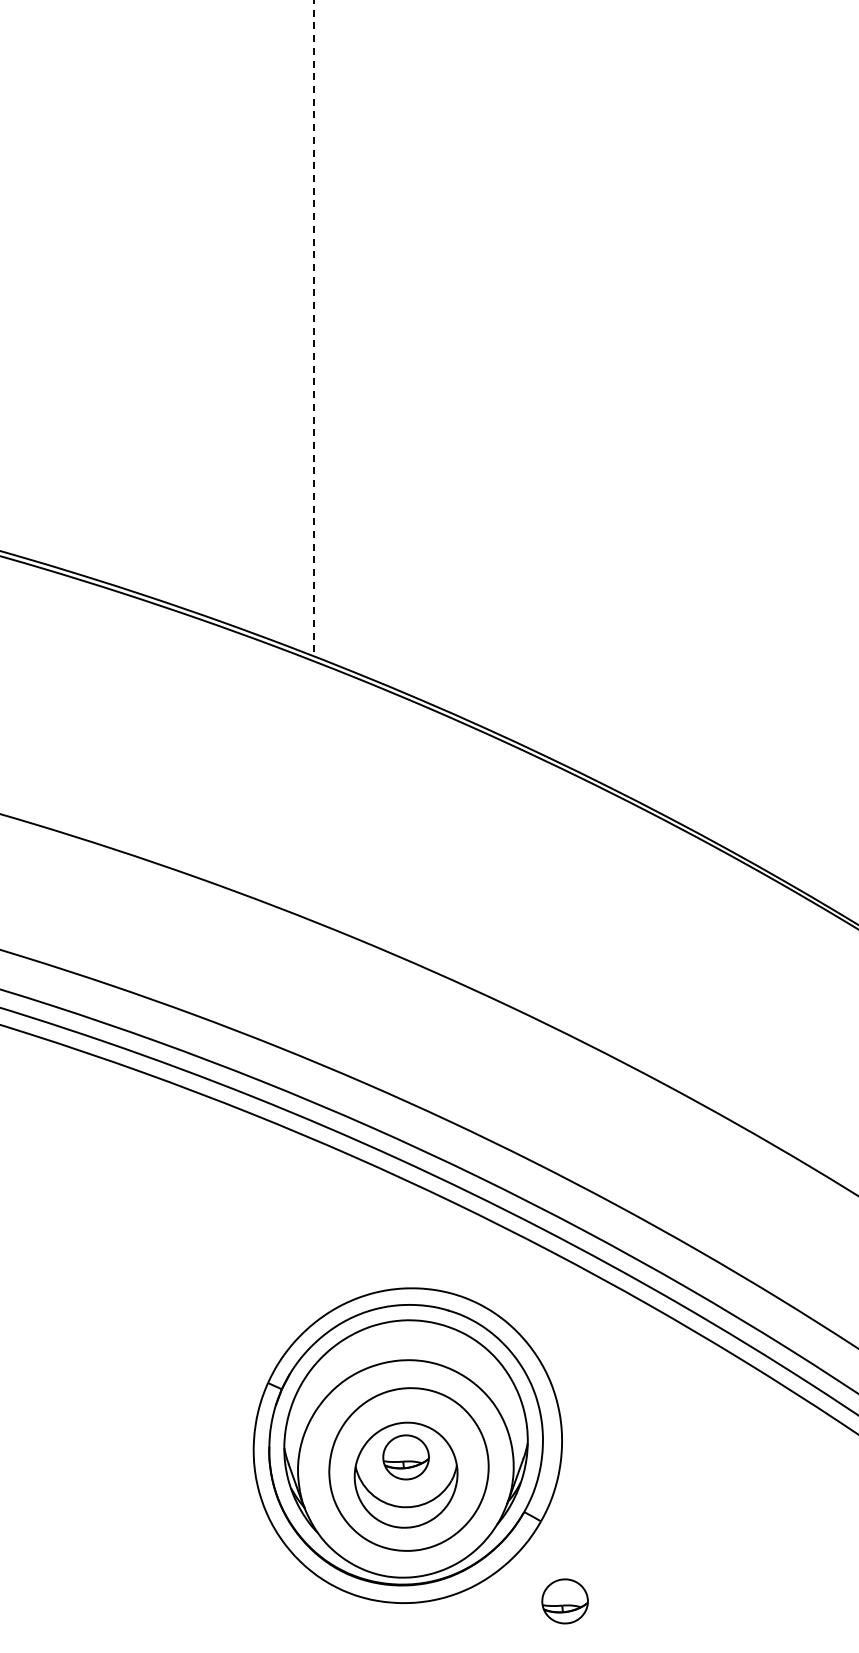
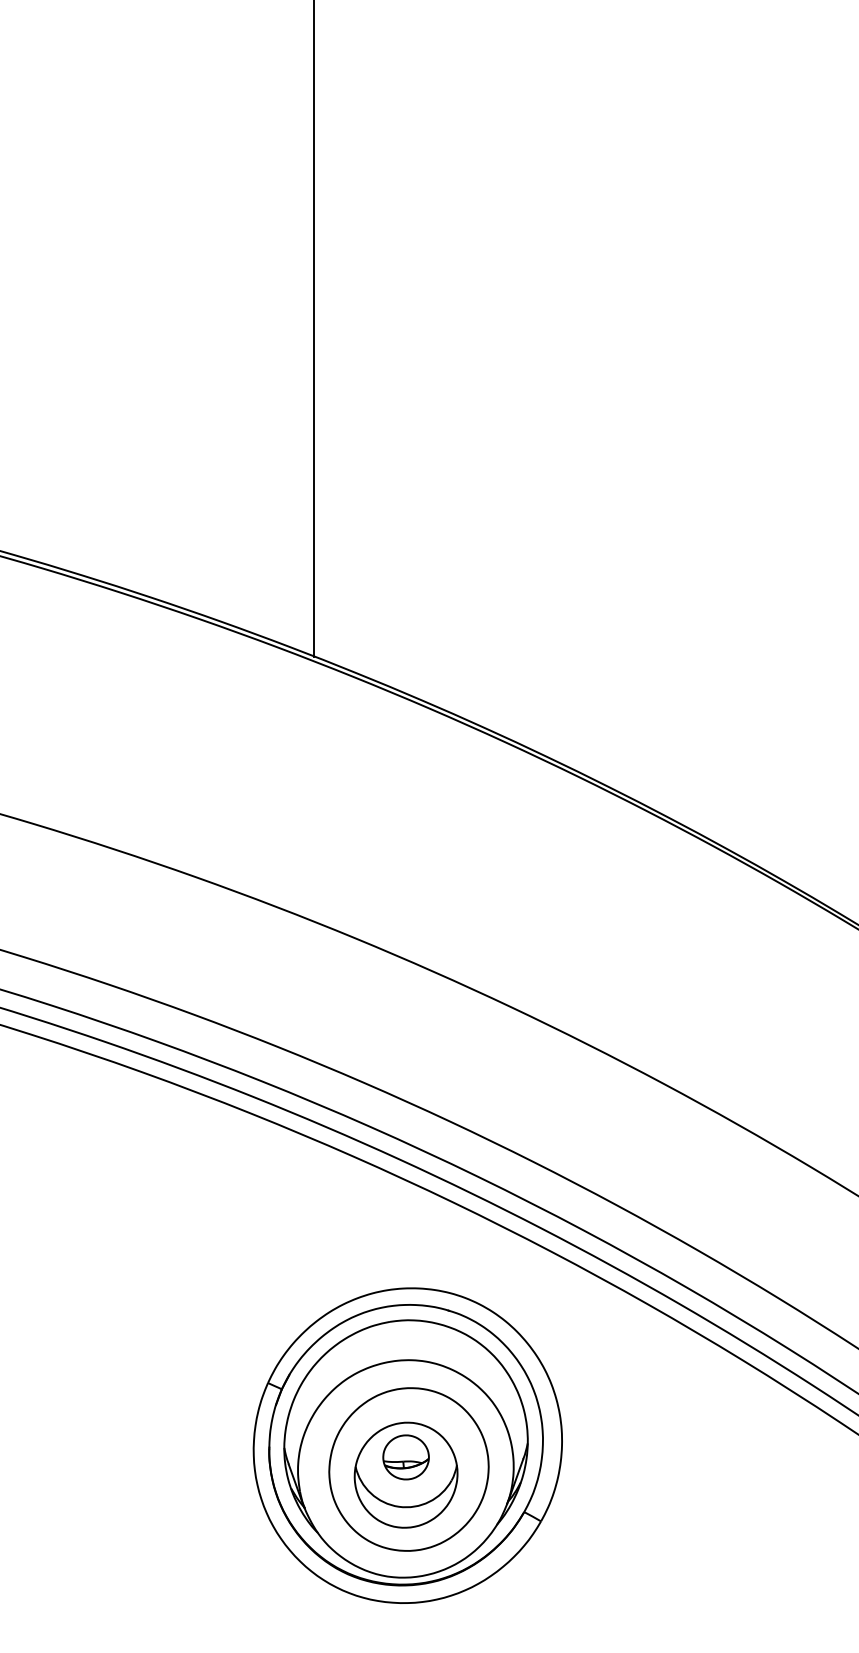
line at (314, 329): dashed -> solid
part at (564, 1601): present -> none
